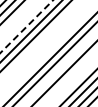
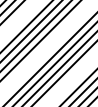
line at (27, 26): dashed -> solid
line at (40, 40): none -> present
line at (59, 68): none -> present
